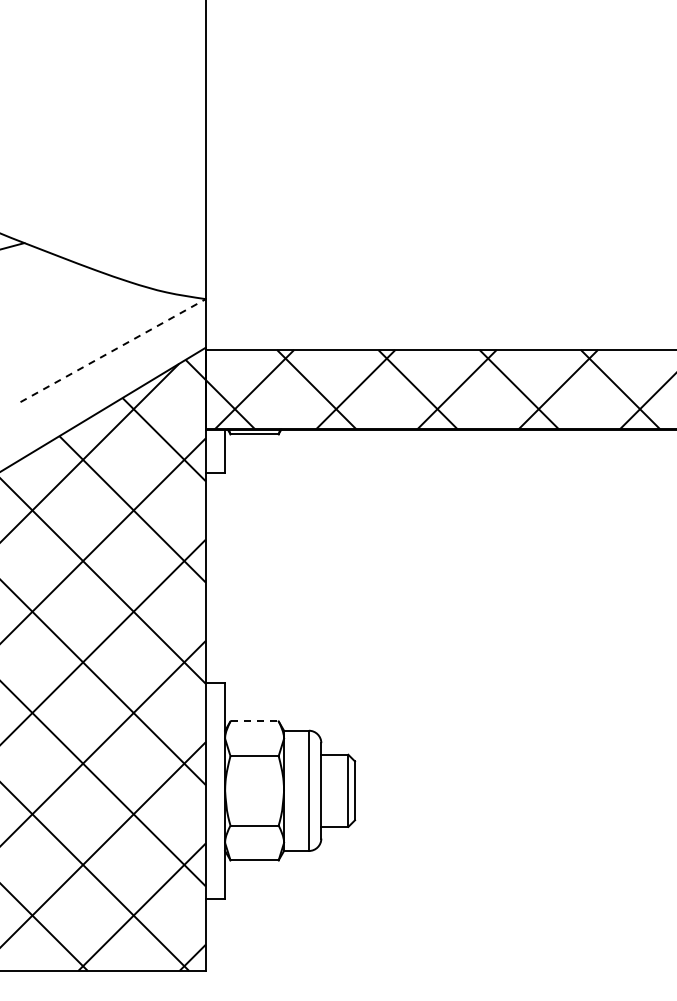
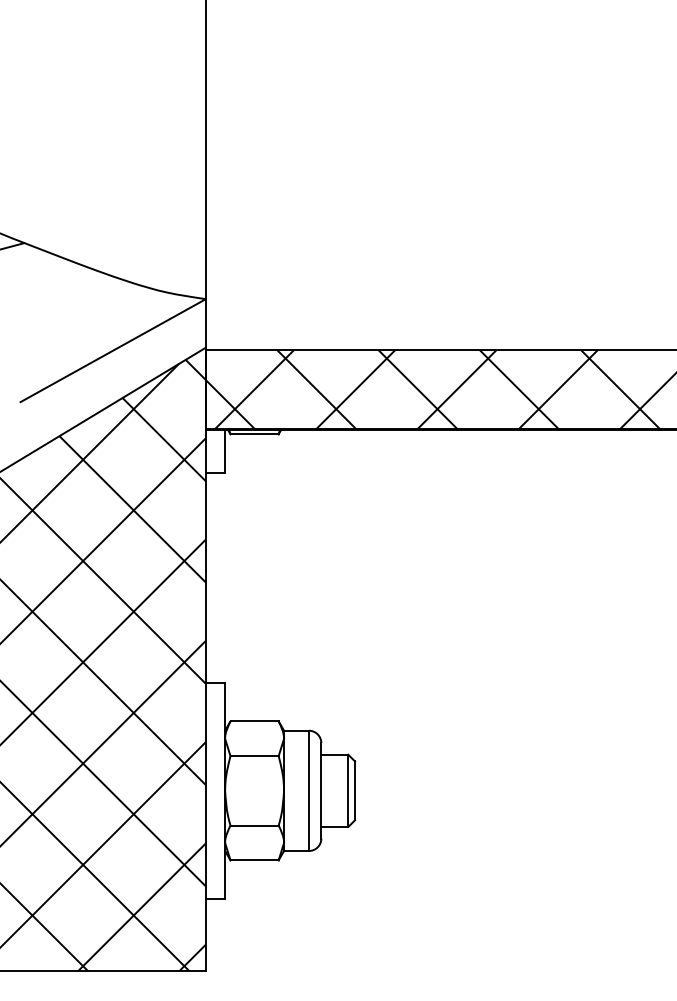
line at (113, 350): dashed -> solid
line at (255, 721): dashed -> solid
